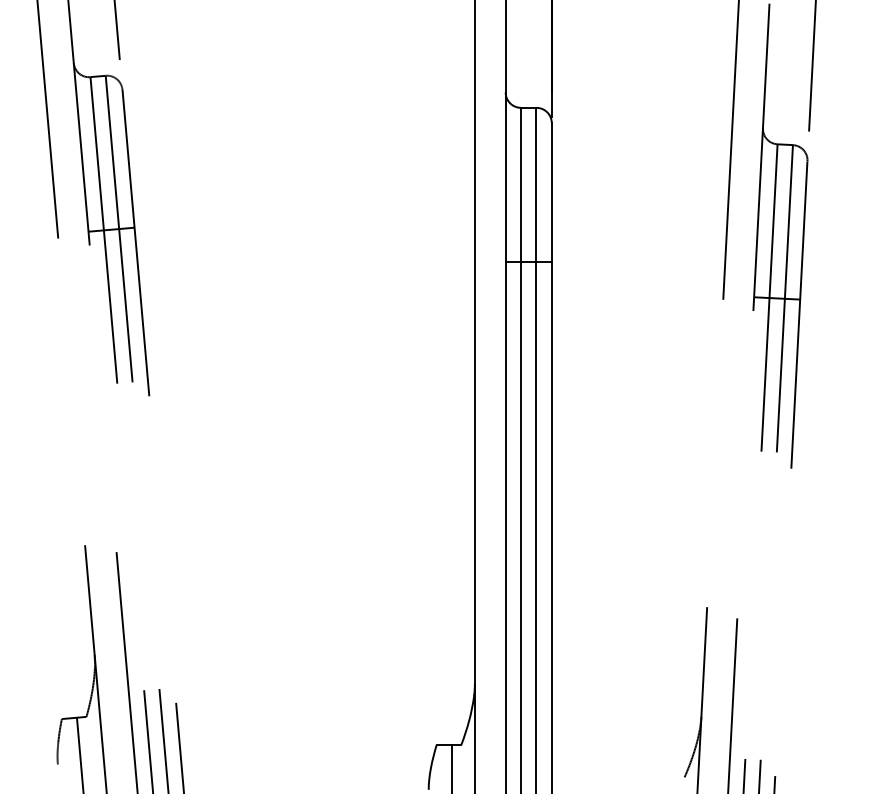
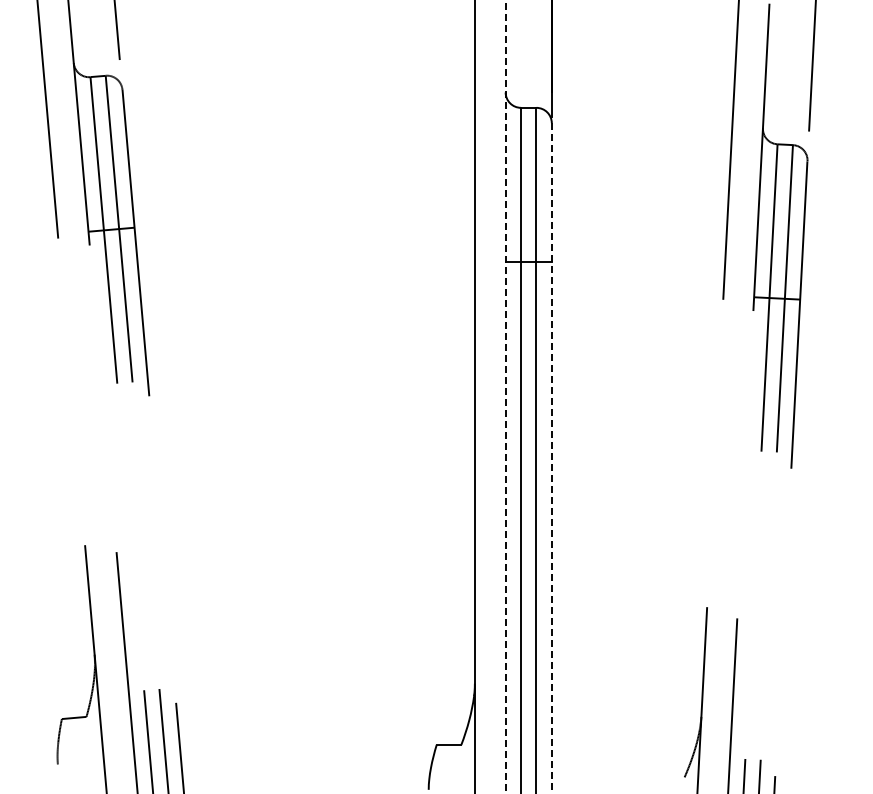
line at (505, 396): solid -> dashed
line at (551, 459): solid -> dashed
line at (79, 753): present -> none
line at (451, 767): present -> none
